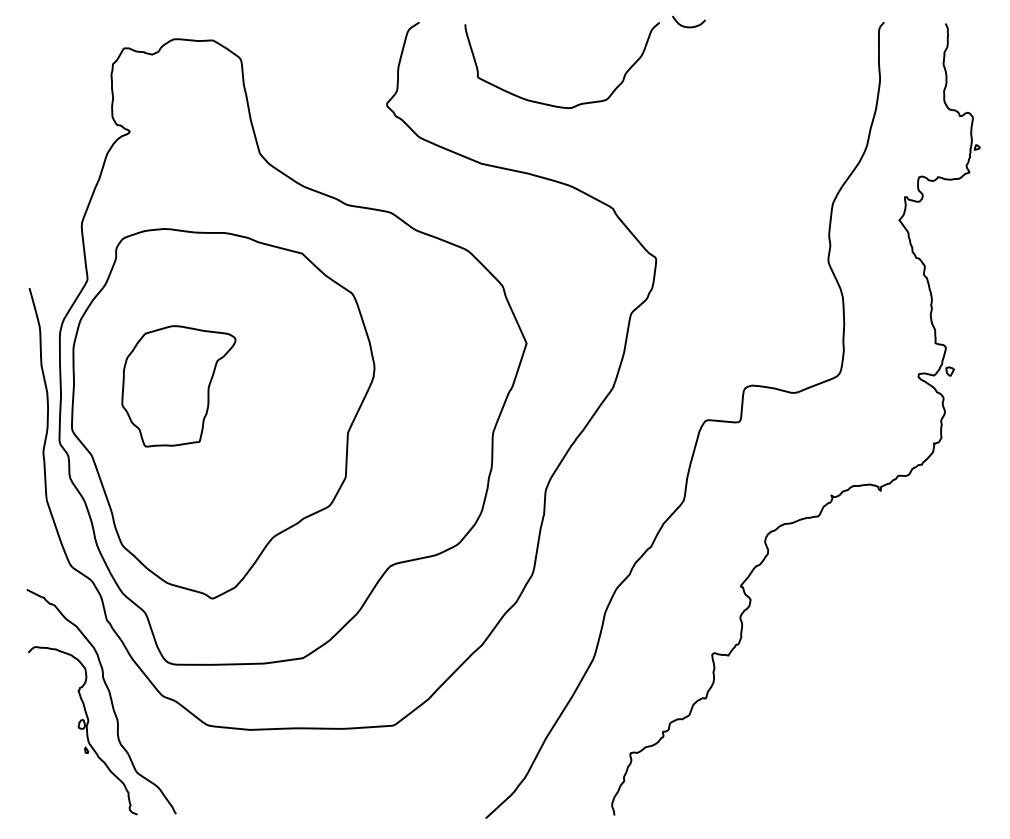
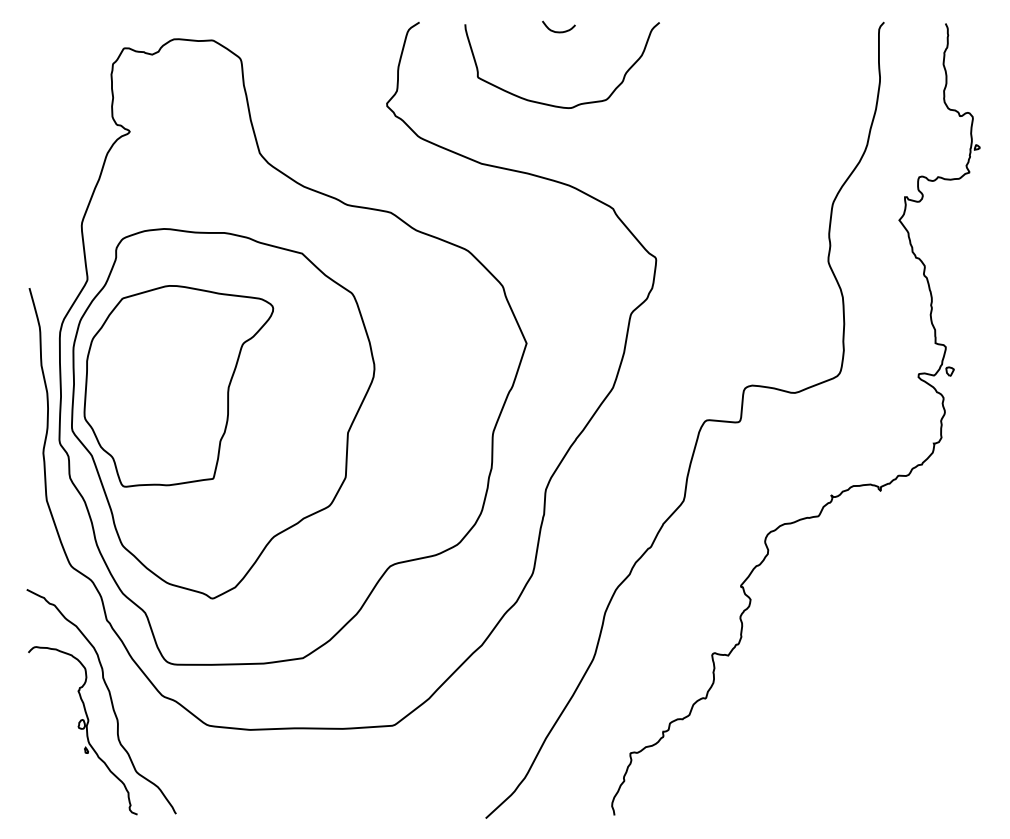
curve at (688, 26) position: (688, 26) -> (558, 31)
part at (178, 386) size: 116x123 px -> 192x203 px
